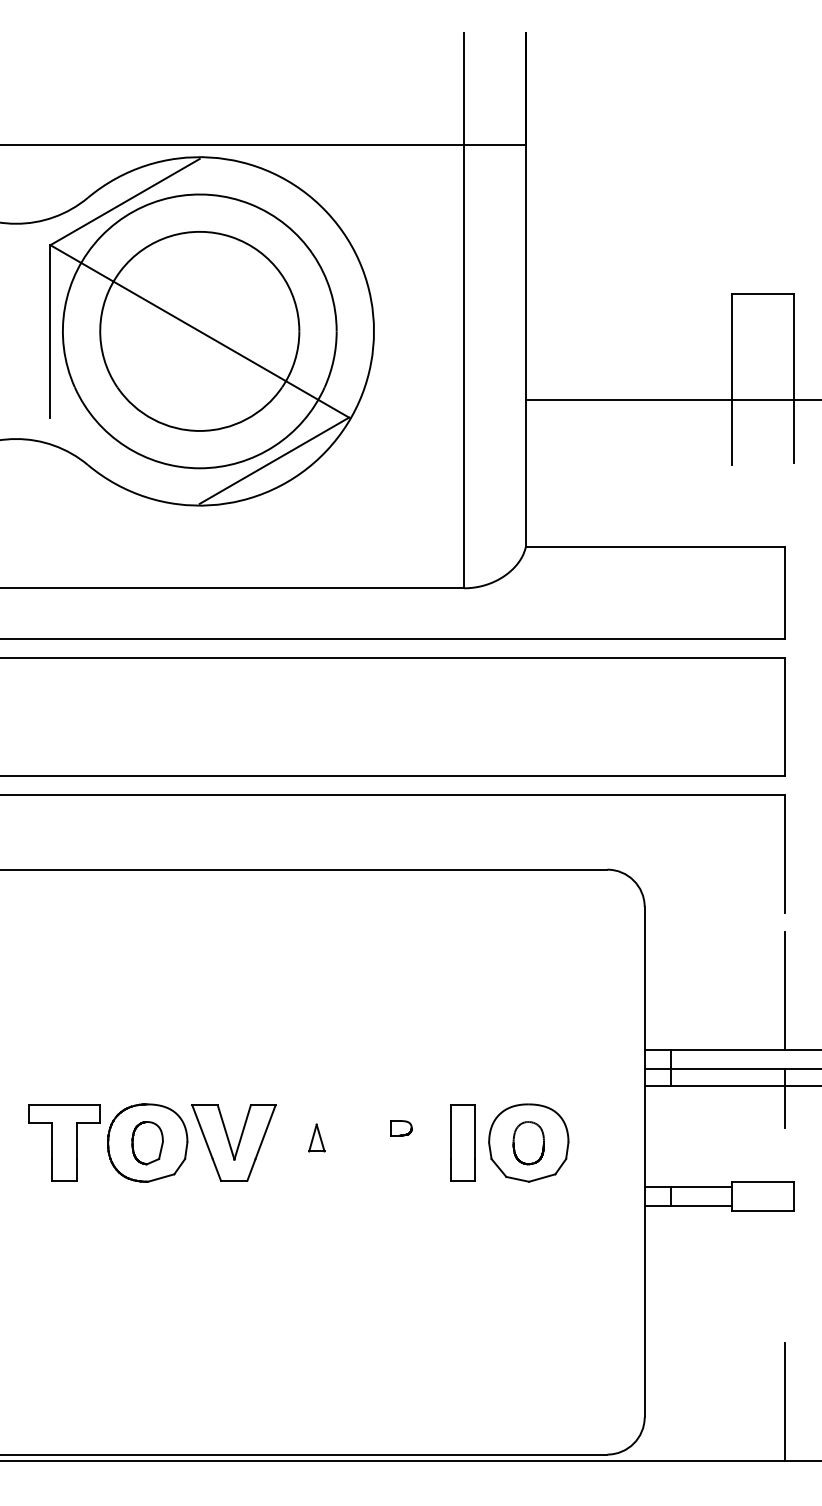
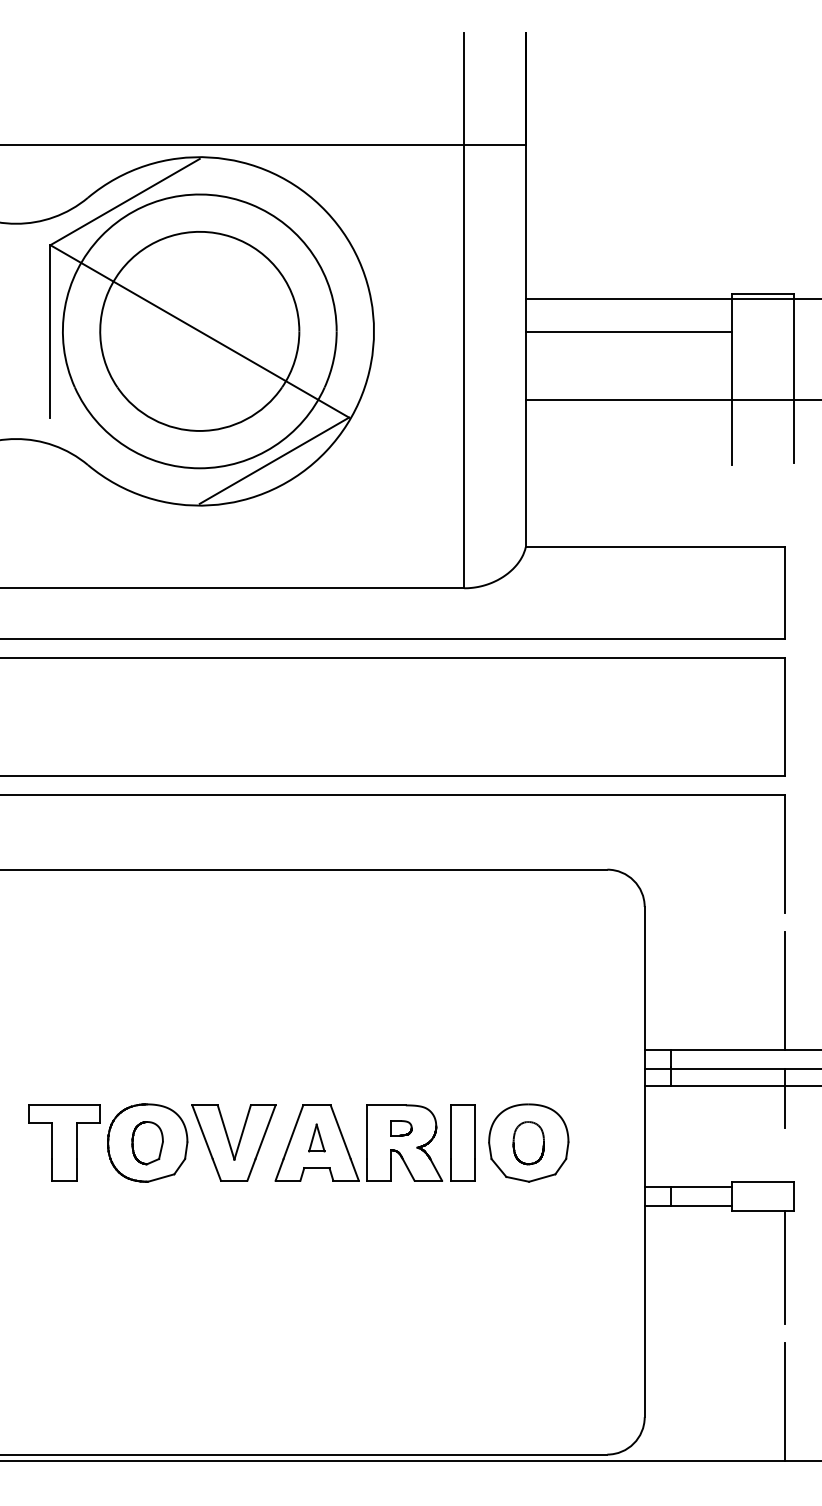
line at (672, 298): none -> present
line at (628, 331): none -> present
part at (366, 1142): none -> present
line at (785, 1266): none -> present
